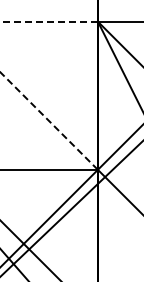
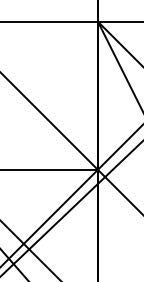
line at (49, 21): dashed -> solid
line at (49, 121): dashed -> solid
